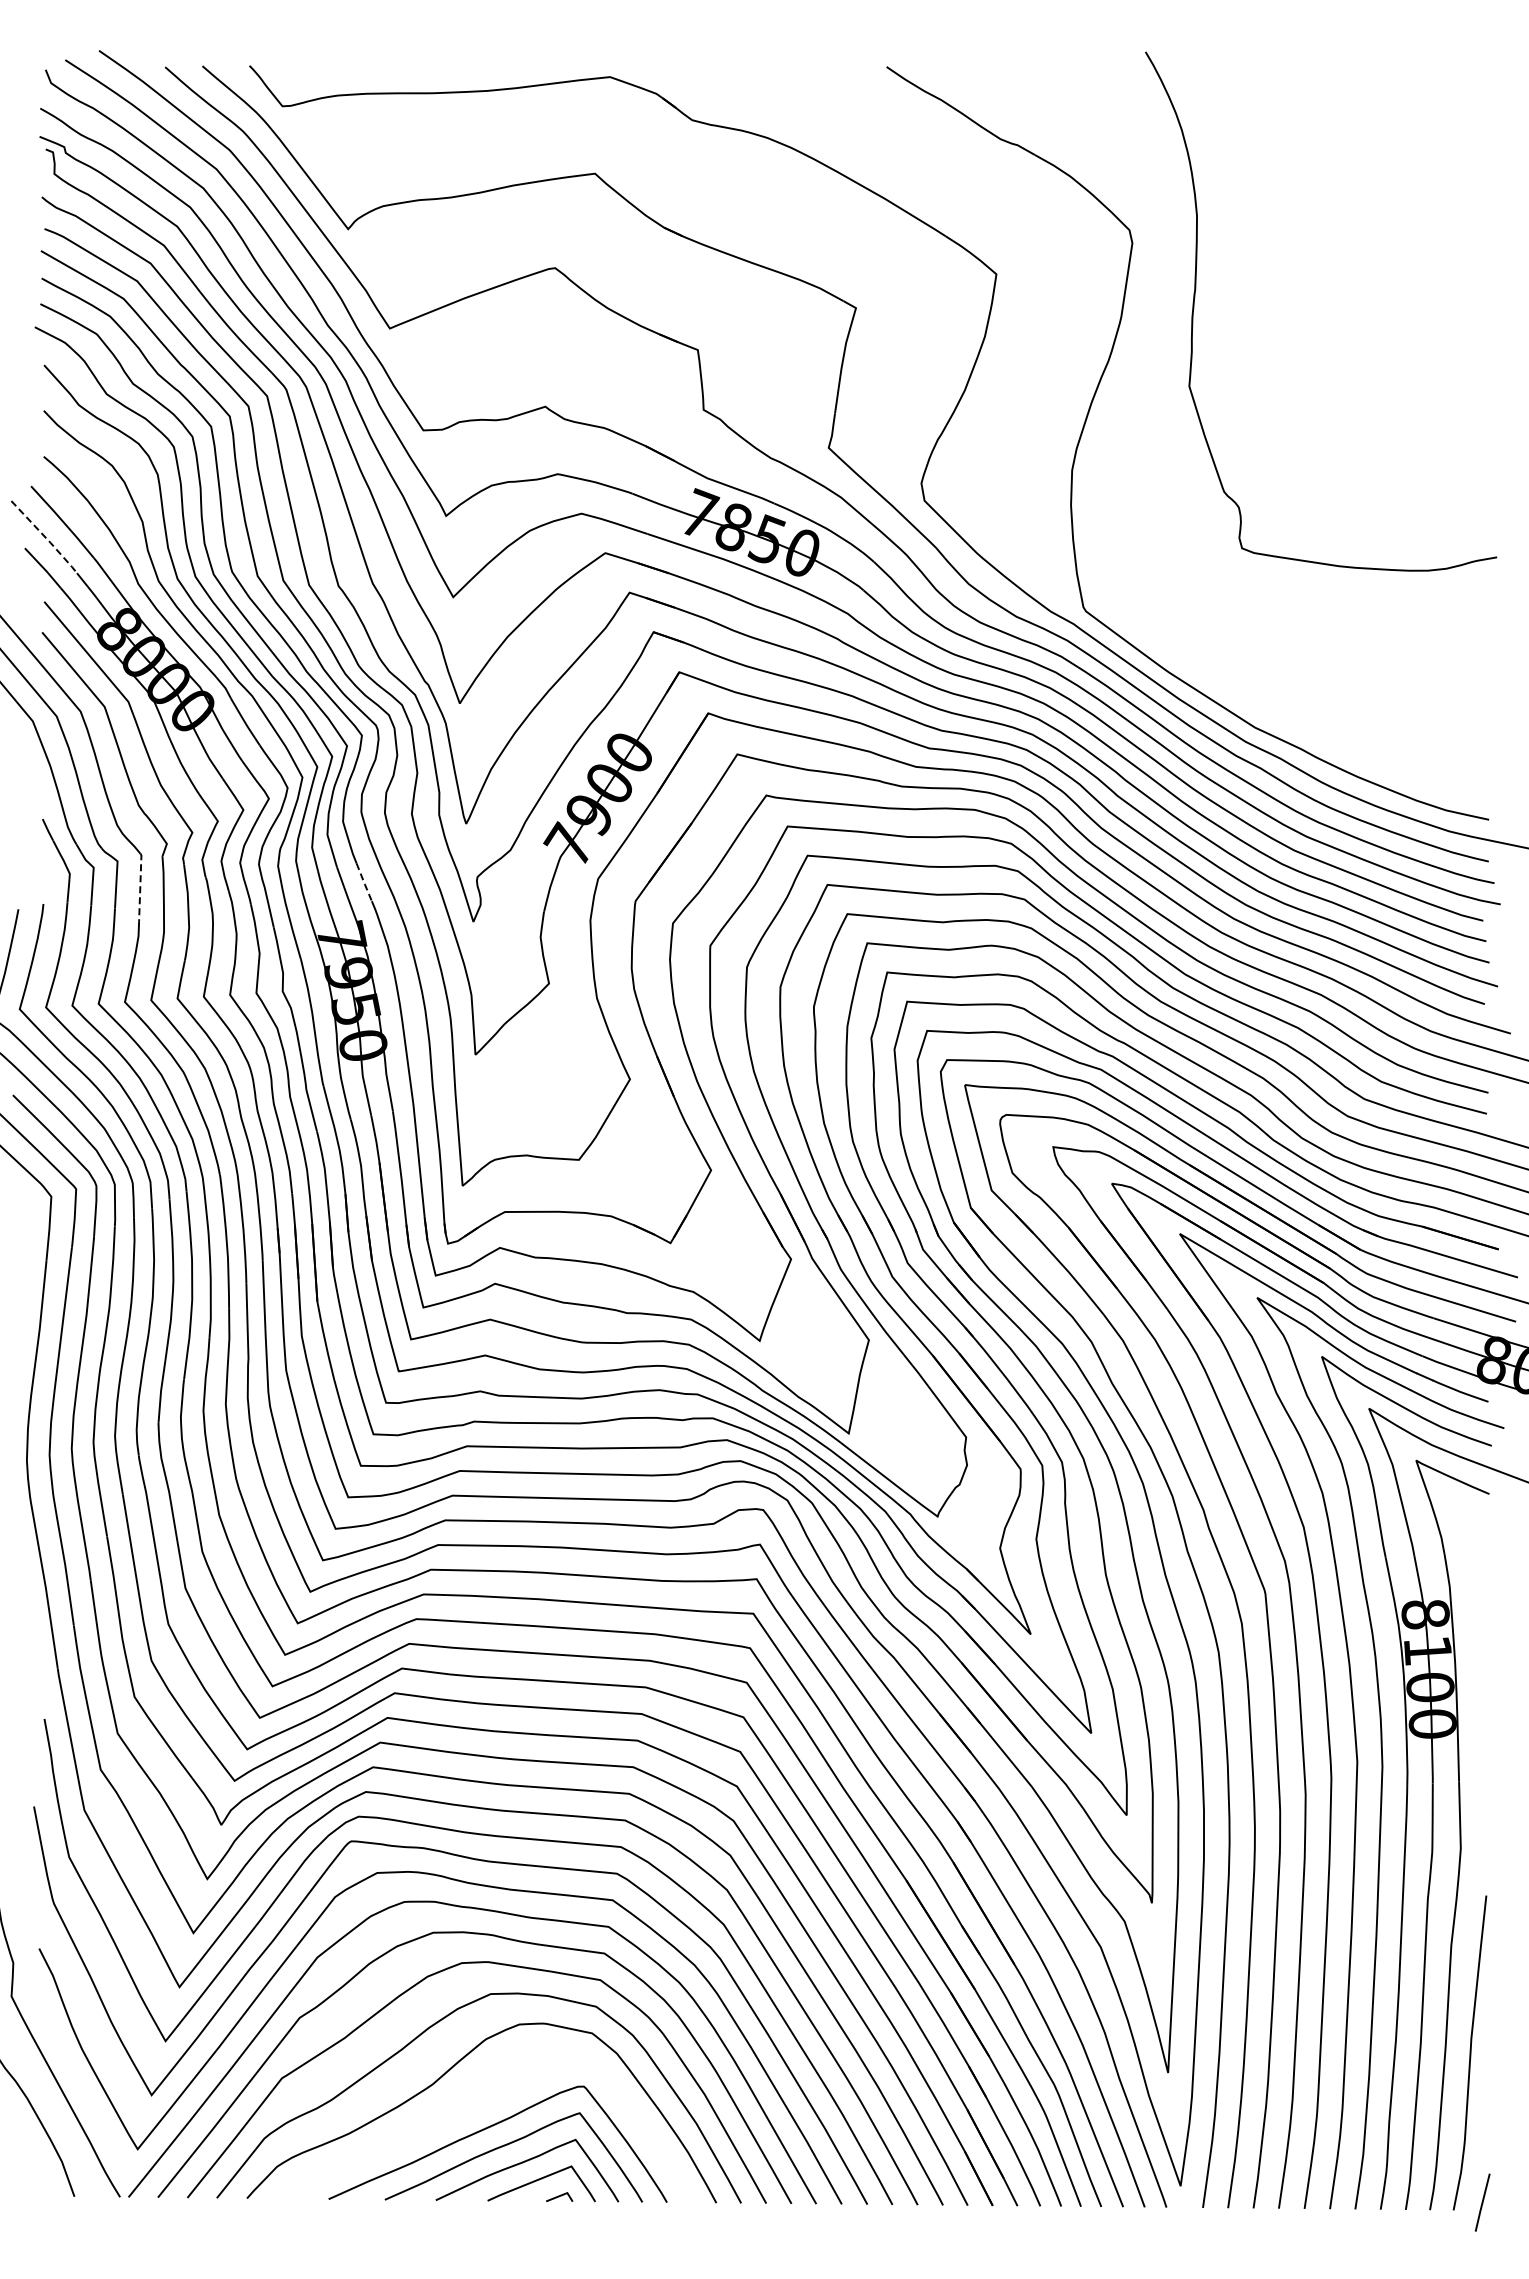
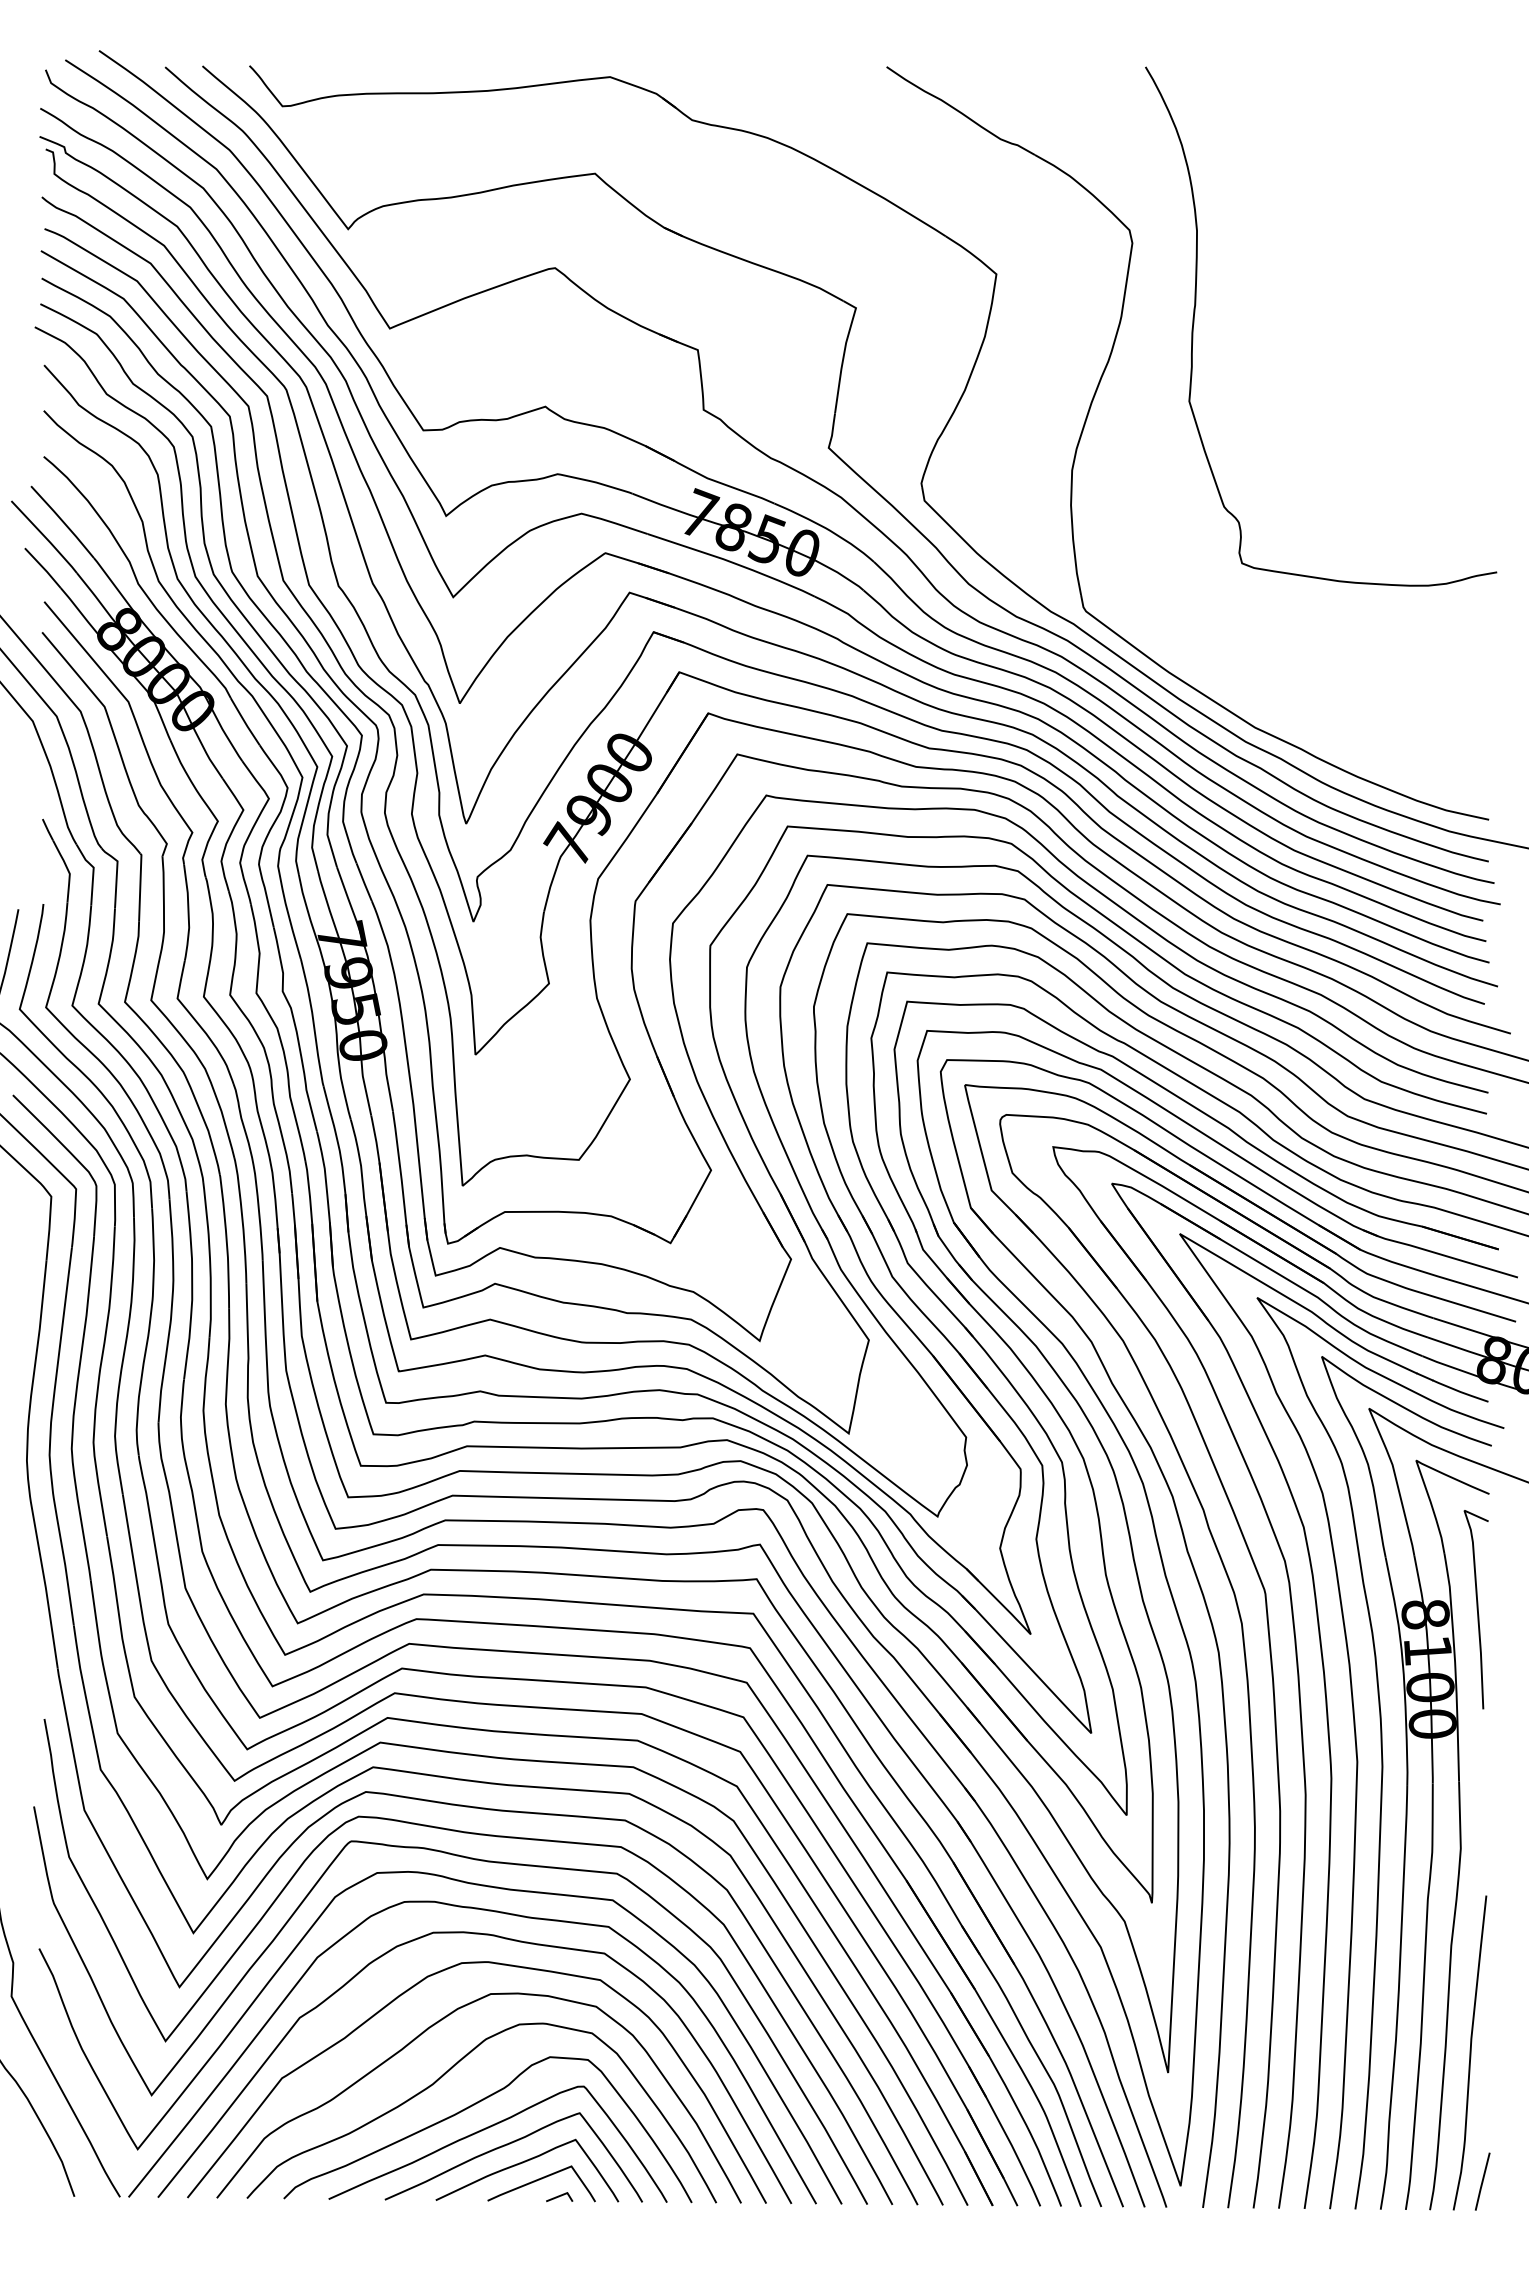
curve at (1195, 298) position: (1195, 298) -> (1195, 313)
line at (45, 537): dashed -> solid
line at (364, 883): dashed -> solid
line at (140, 886): dashed -> solid
curve at (1476, 1609): none -> present
curve at (474, 2105): none -> present
line at (1482, 2202) position: (1482, 2202) -> (1482, 2181)
